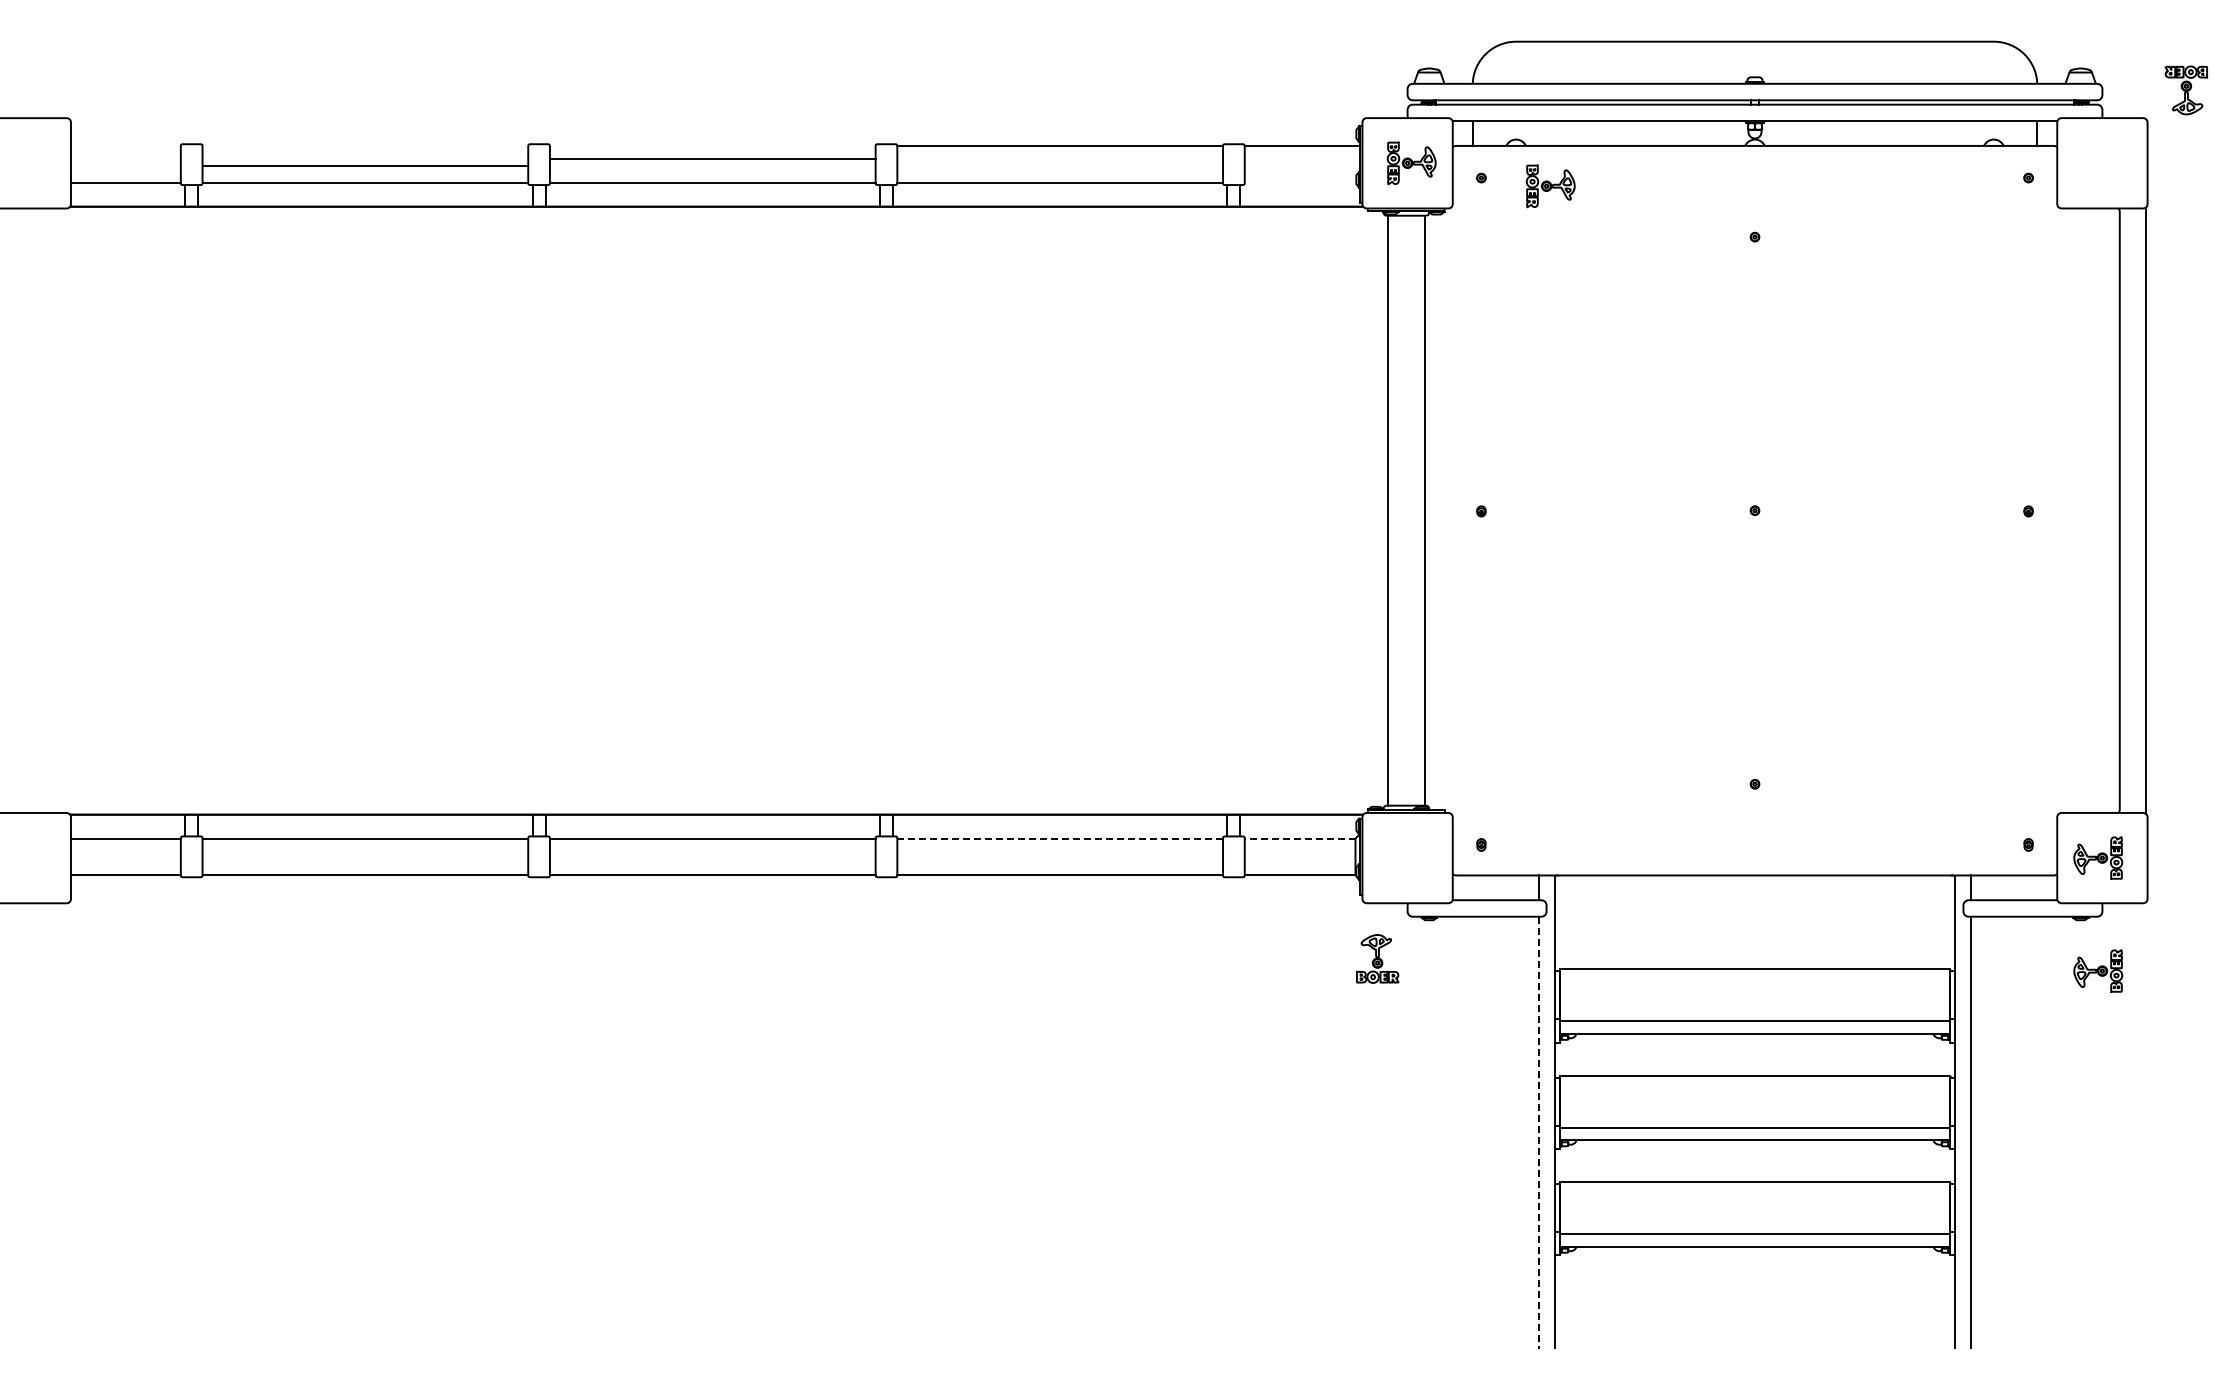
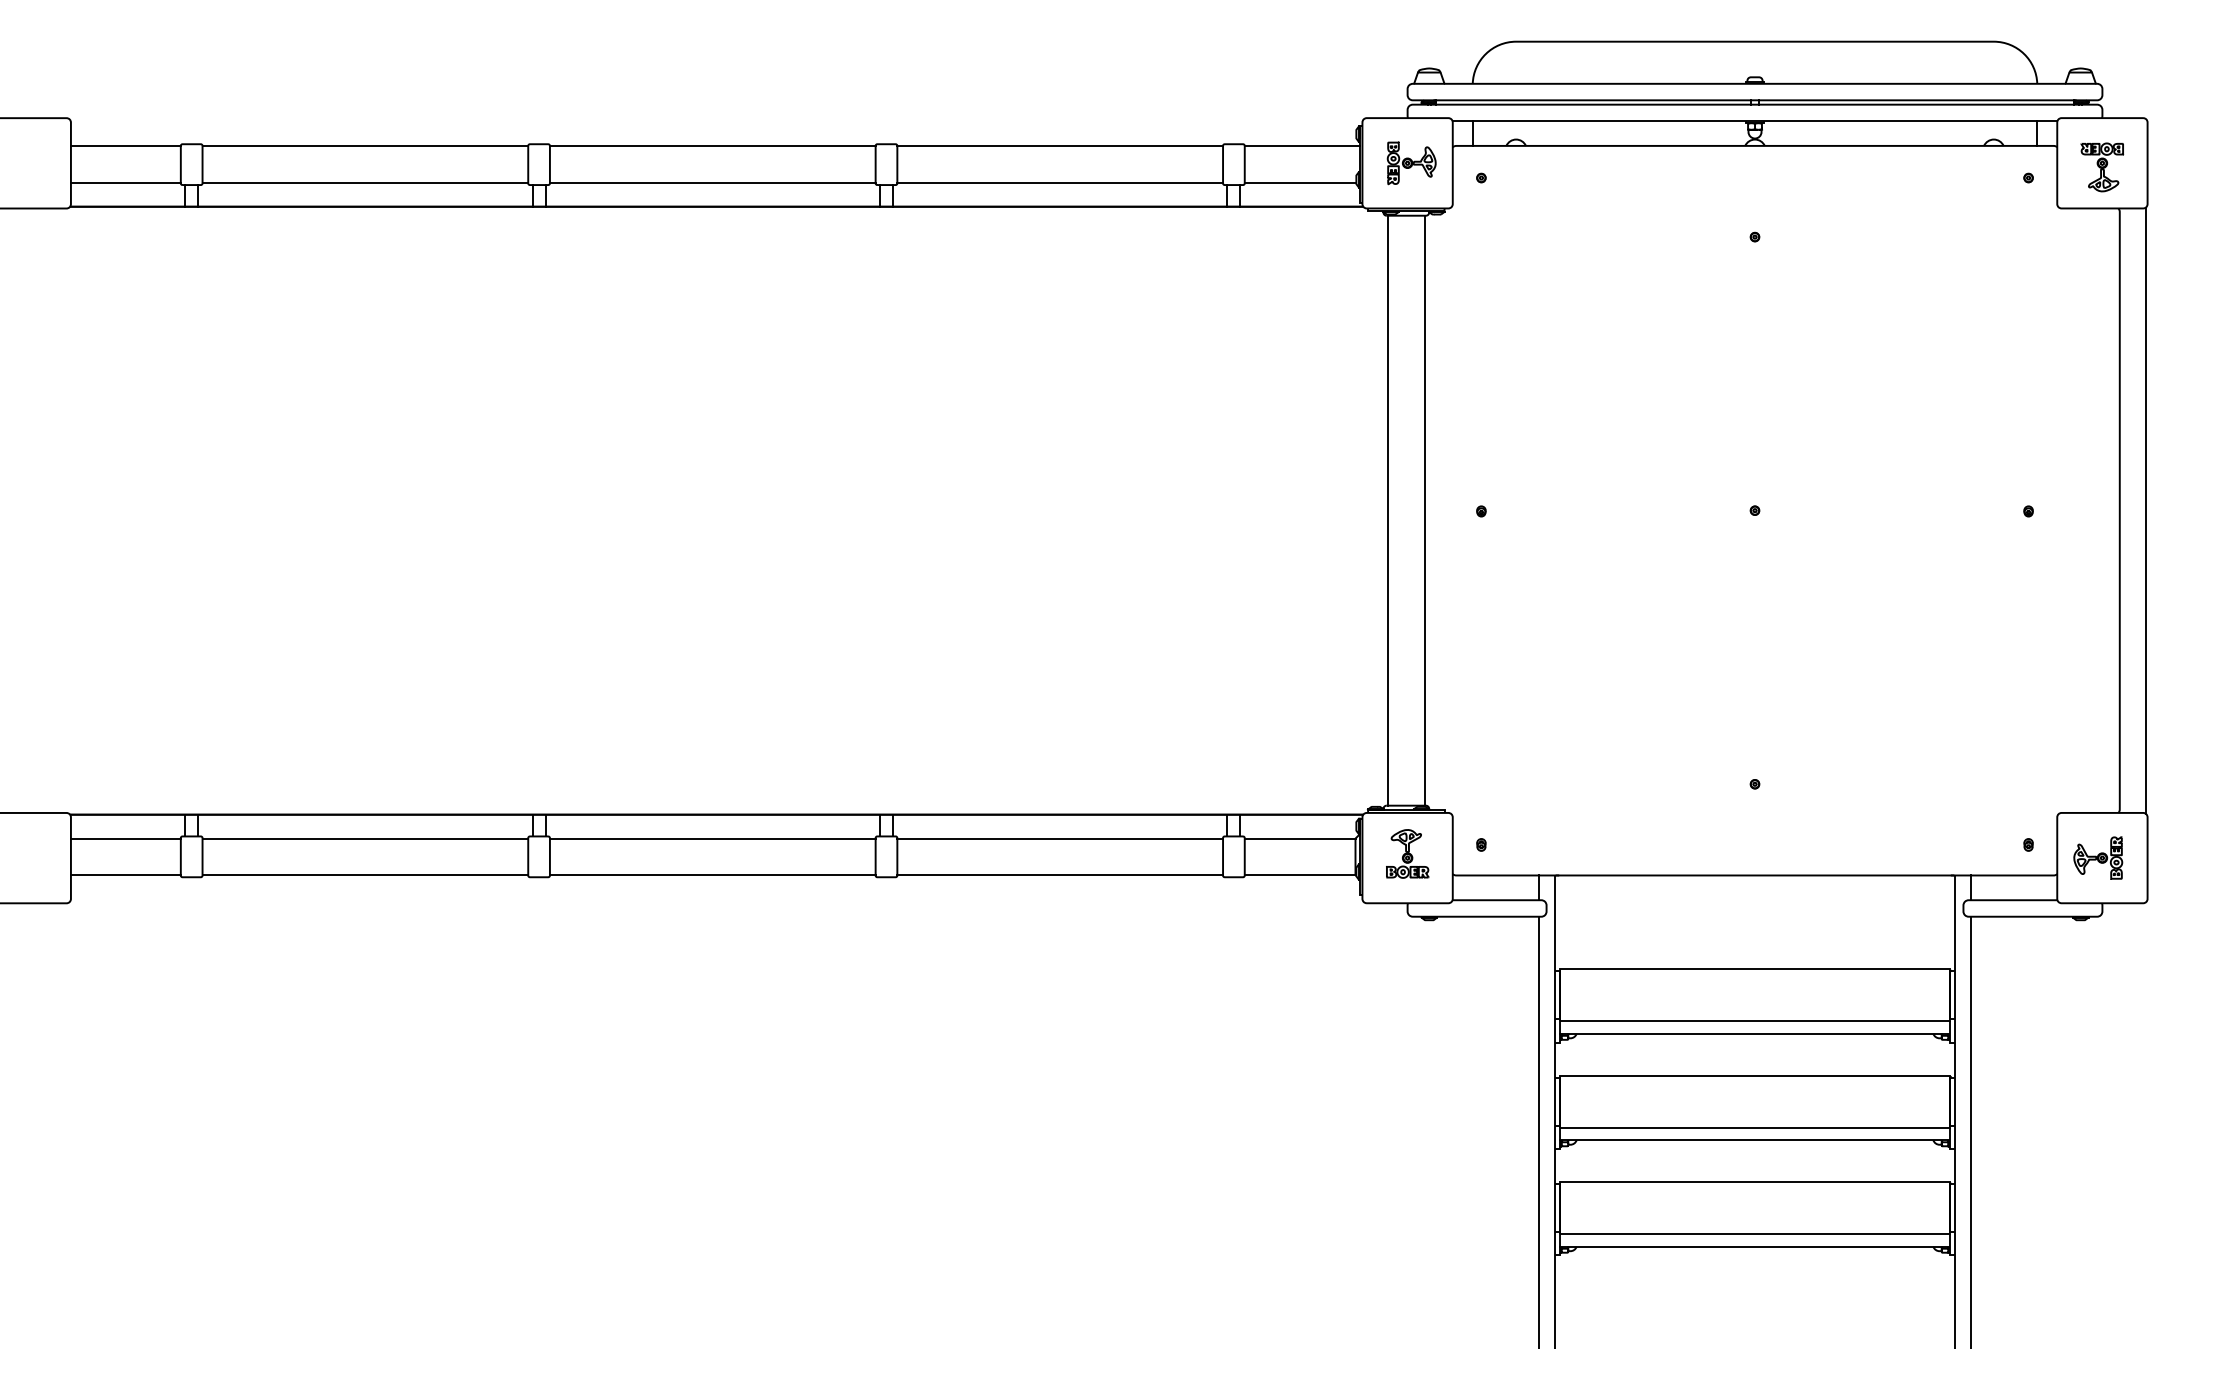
part at (2186, 90) position: (2186, 90) -> (2102, 167)
line at (125, 146): none -> present
line at (712, 159) position: (712, 159) -> (712, 146)
line at (365, 166) position: (365, 166) -> (365, 146)
line at (1300, 182): none -> present
part at (1550, 186): present -> none
line at (1060, 838): dashed -> solid
line at (1299, 838): dashed -> solid
part at (1377, 958) position: (1377, 958) -> (1407, 853)
part at (2098, 970): present -> none
line at (1538, 1131): dashed -> solid
